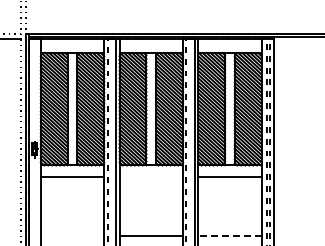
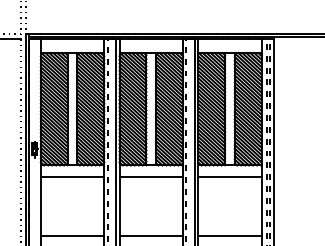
line at (150, 176): none -> present
line at (72, 235): none -> present
line at (229, 235): dashed -> solid
